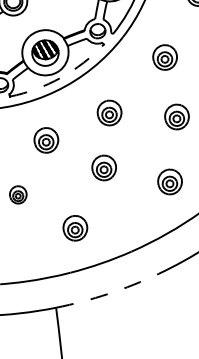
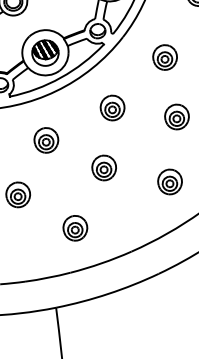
arc at (60, 77): dashed -> solid
part at (109, 112) position: (109, 112) -> (112, 107)
part at (18, 194) size: 19x20 px -> 27x28 px
arc at (108, 293): dashed -> solid
